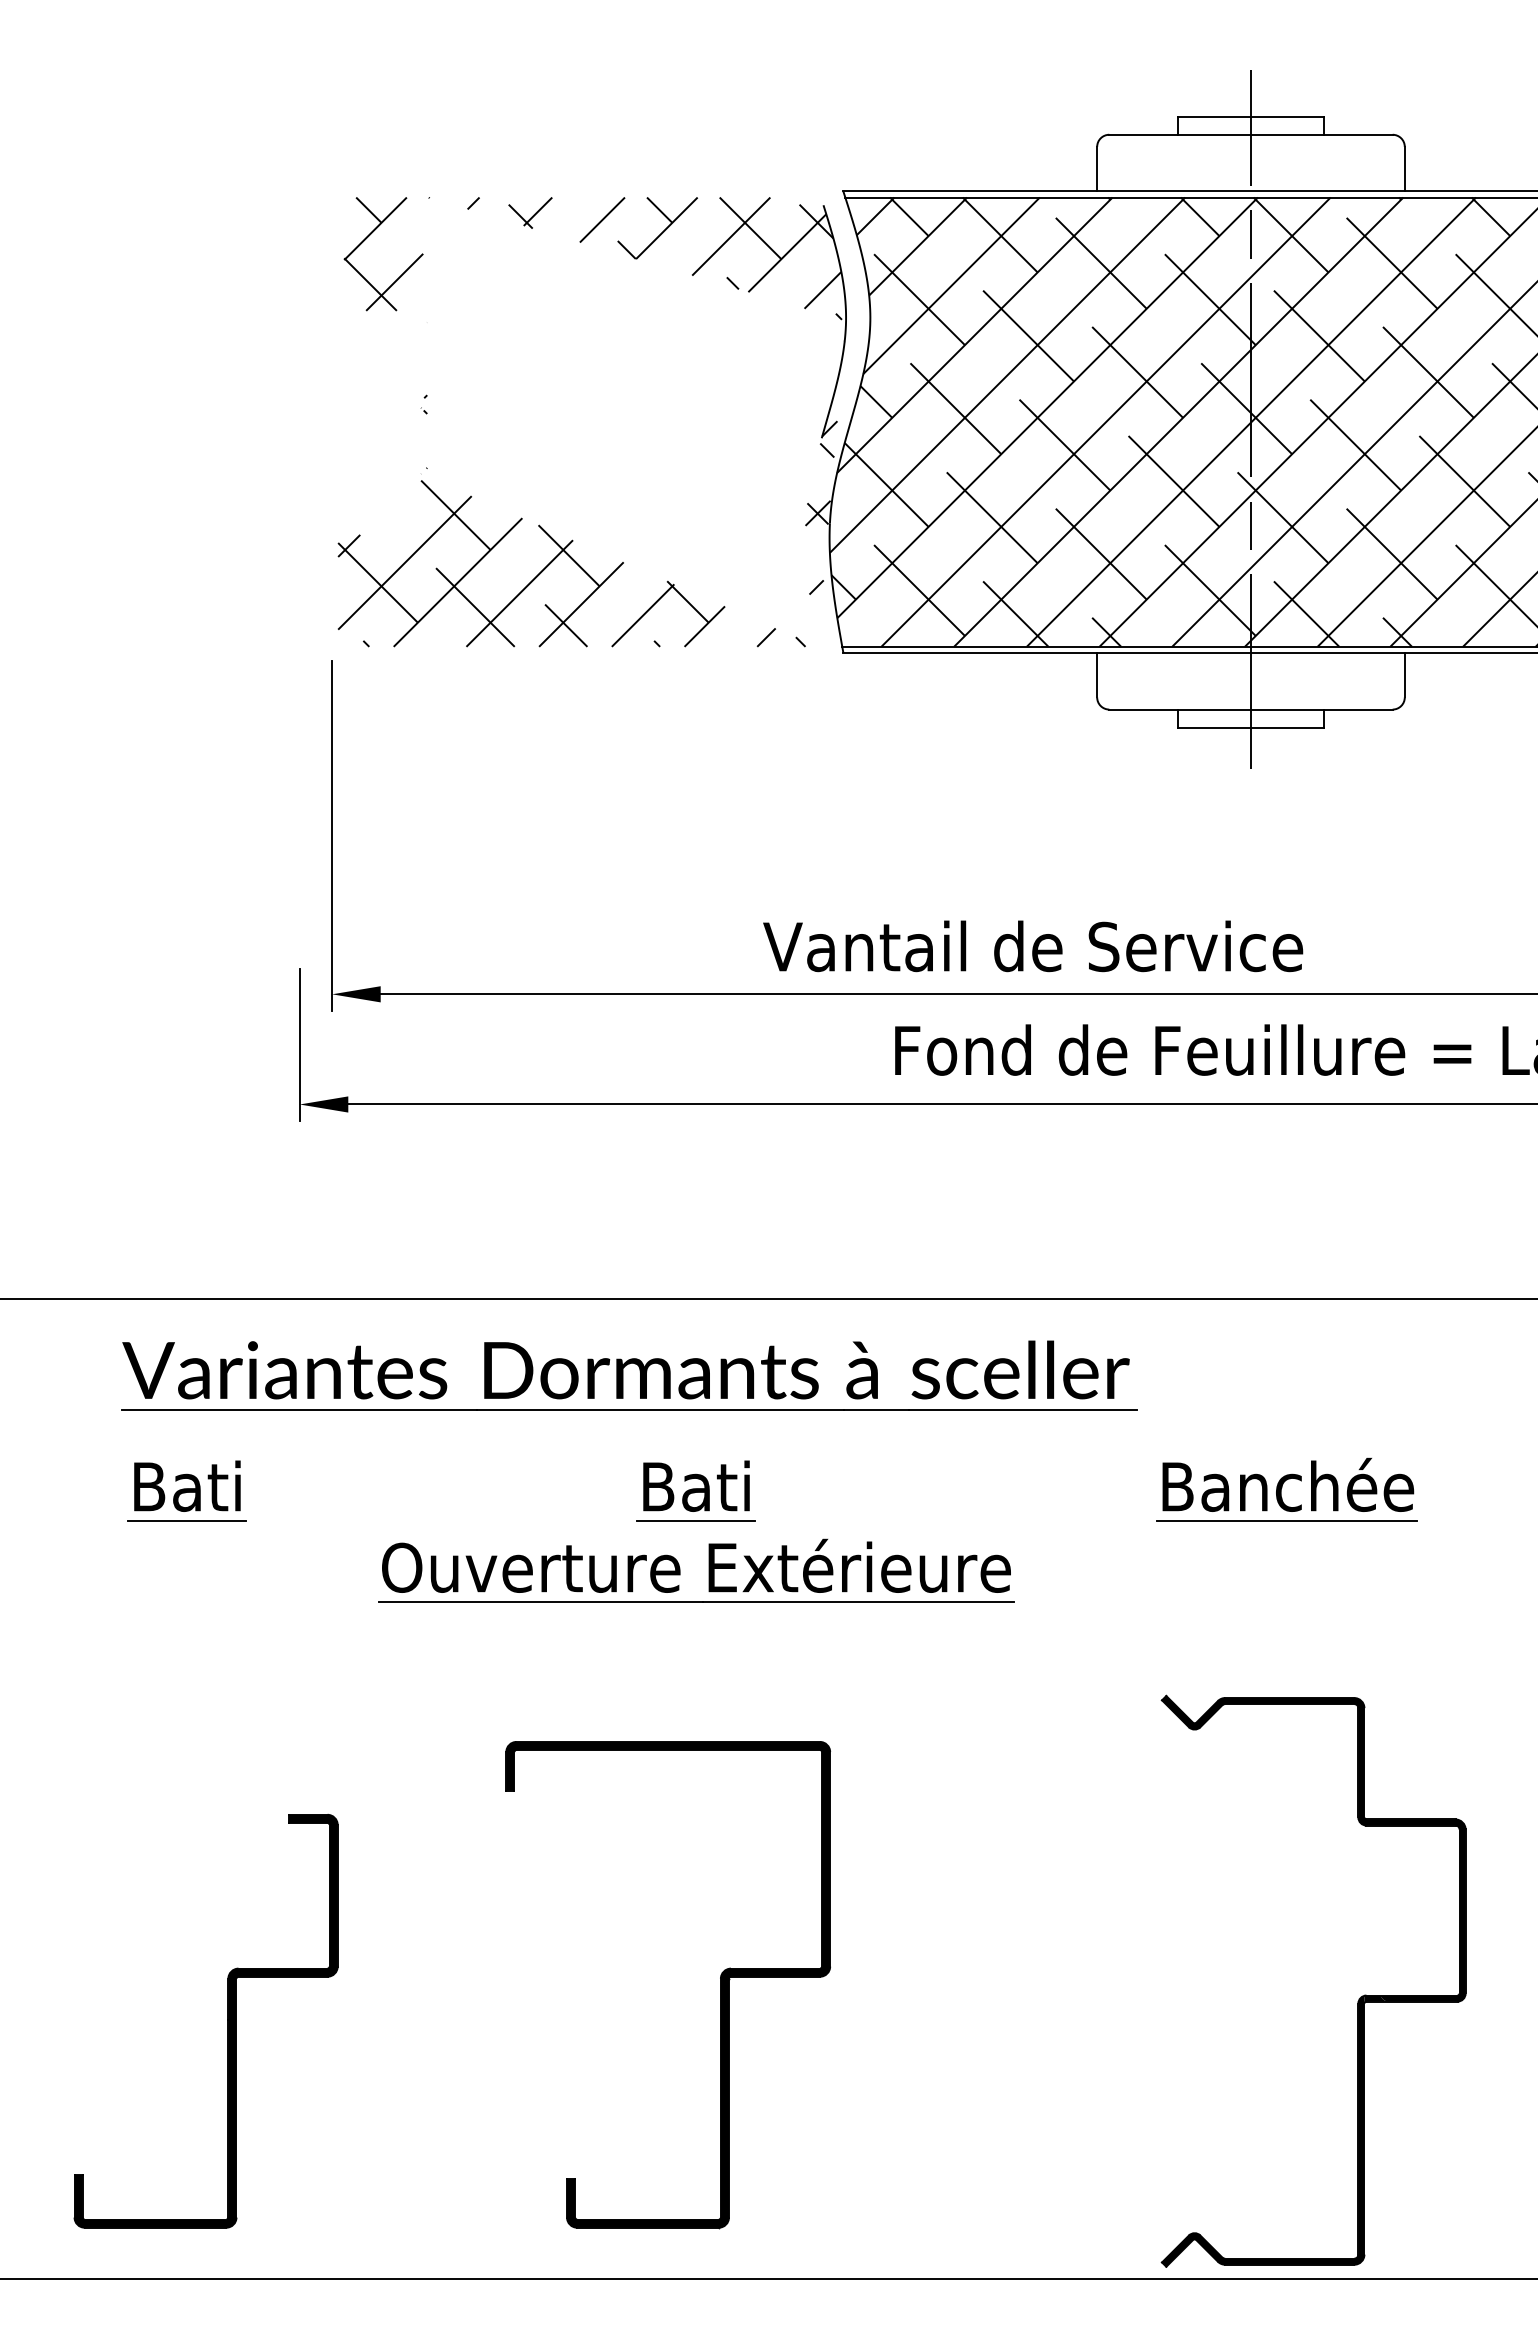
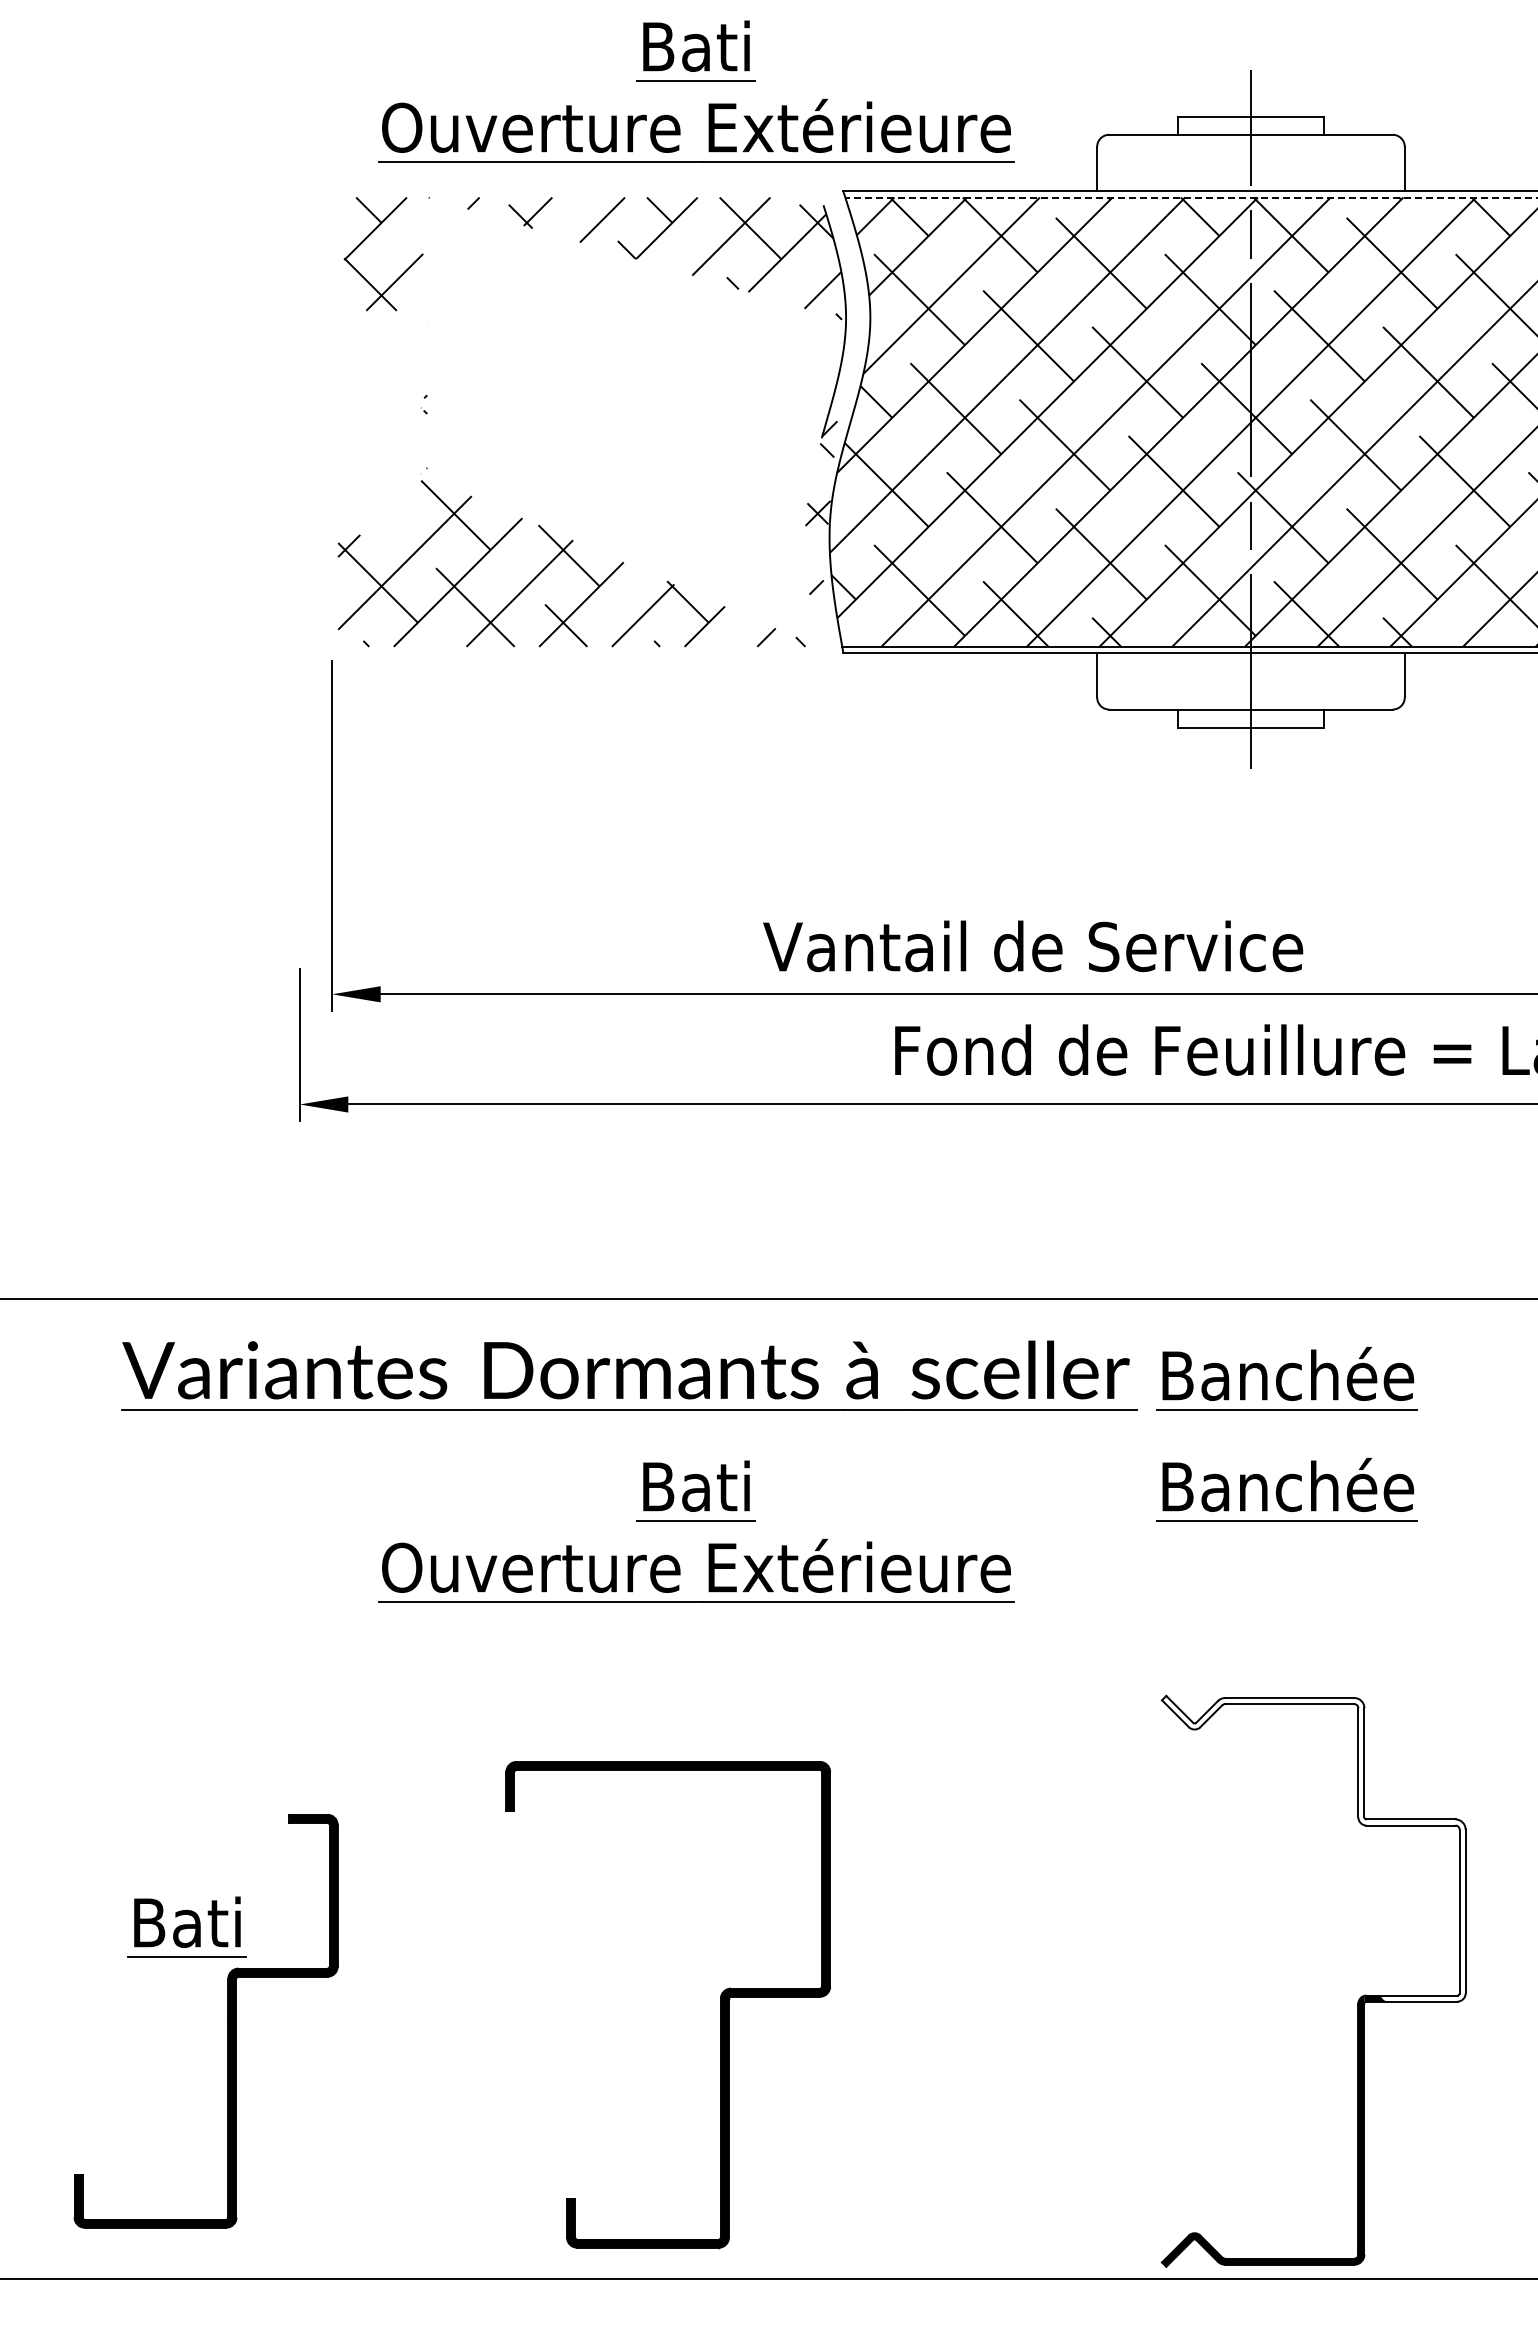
part at (696, 81): none -> present
line at (1191, 197): solid -> dashed
part at (1286, 1378): none -> present
part at (186, 1490) position: (186, 1490) -> (186, 1926)
fill at (1313, 1848): present -> none
part at (720, 1985) position: (720, 1985) -> (720, 2005)
